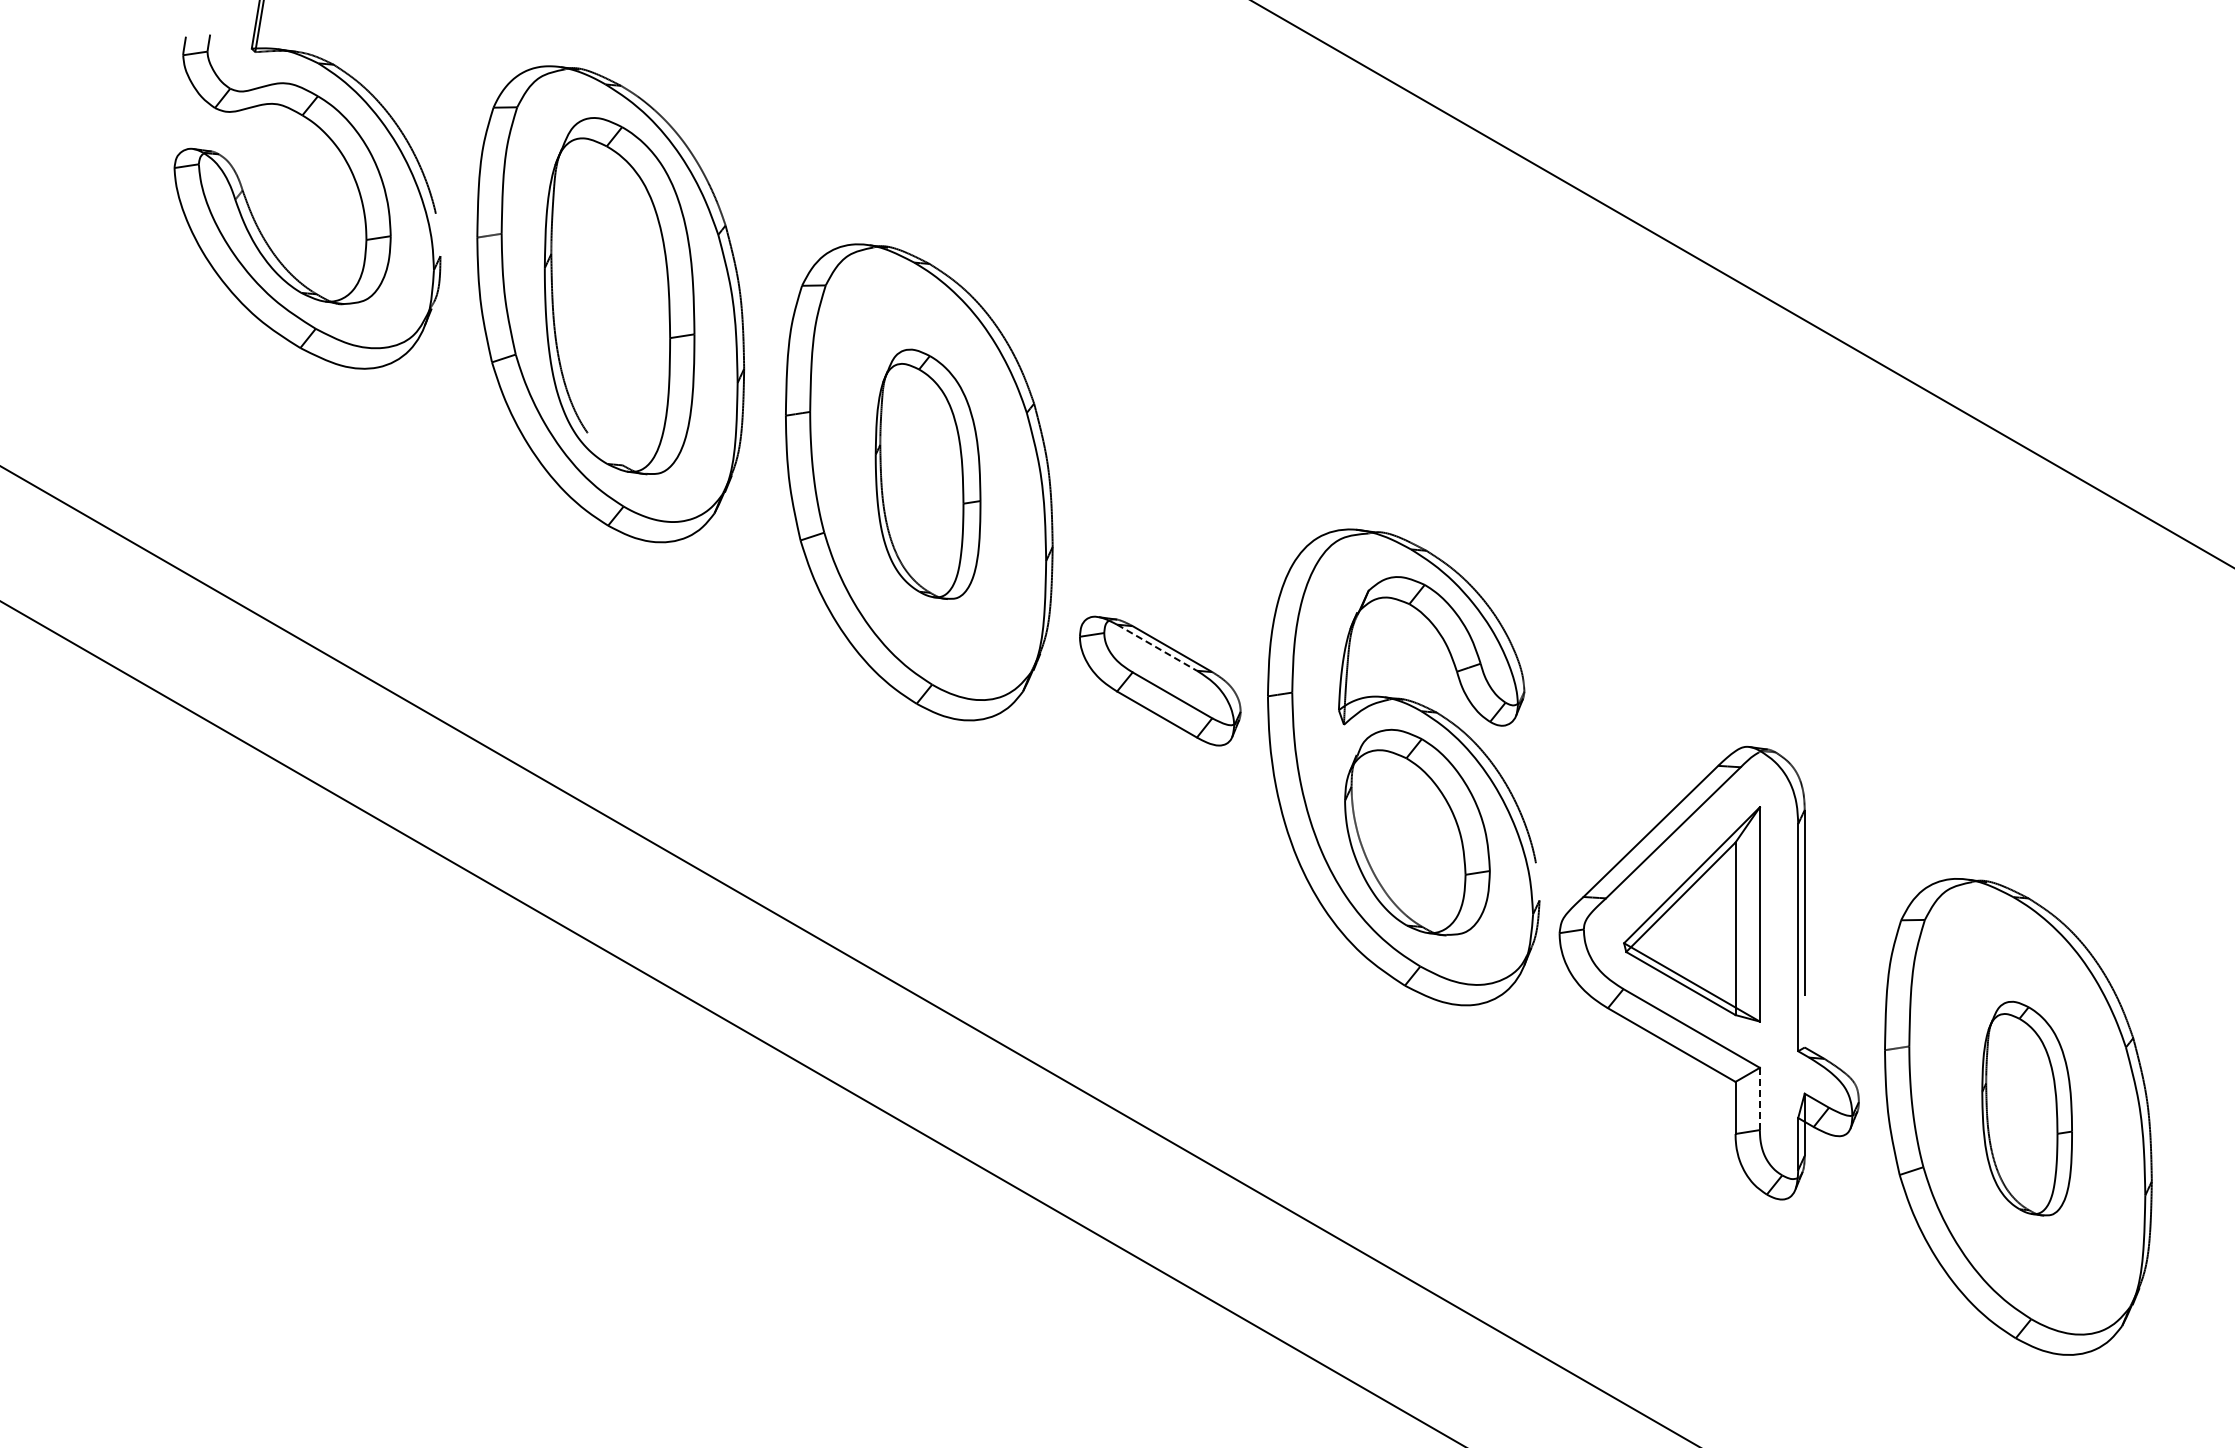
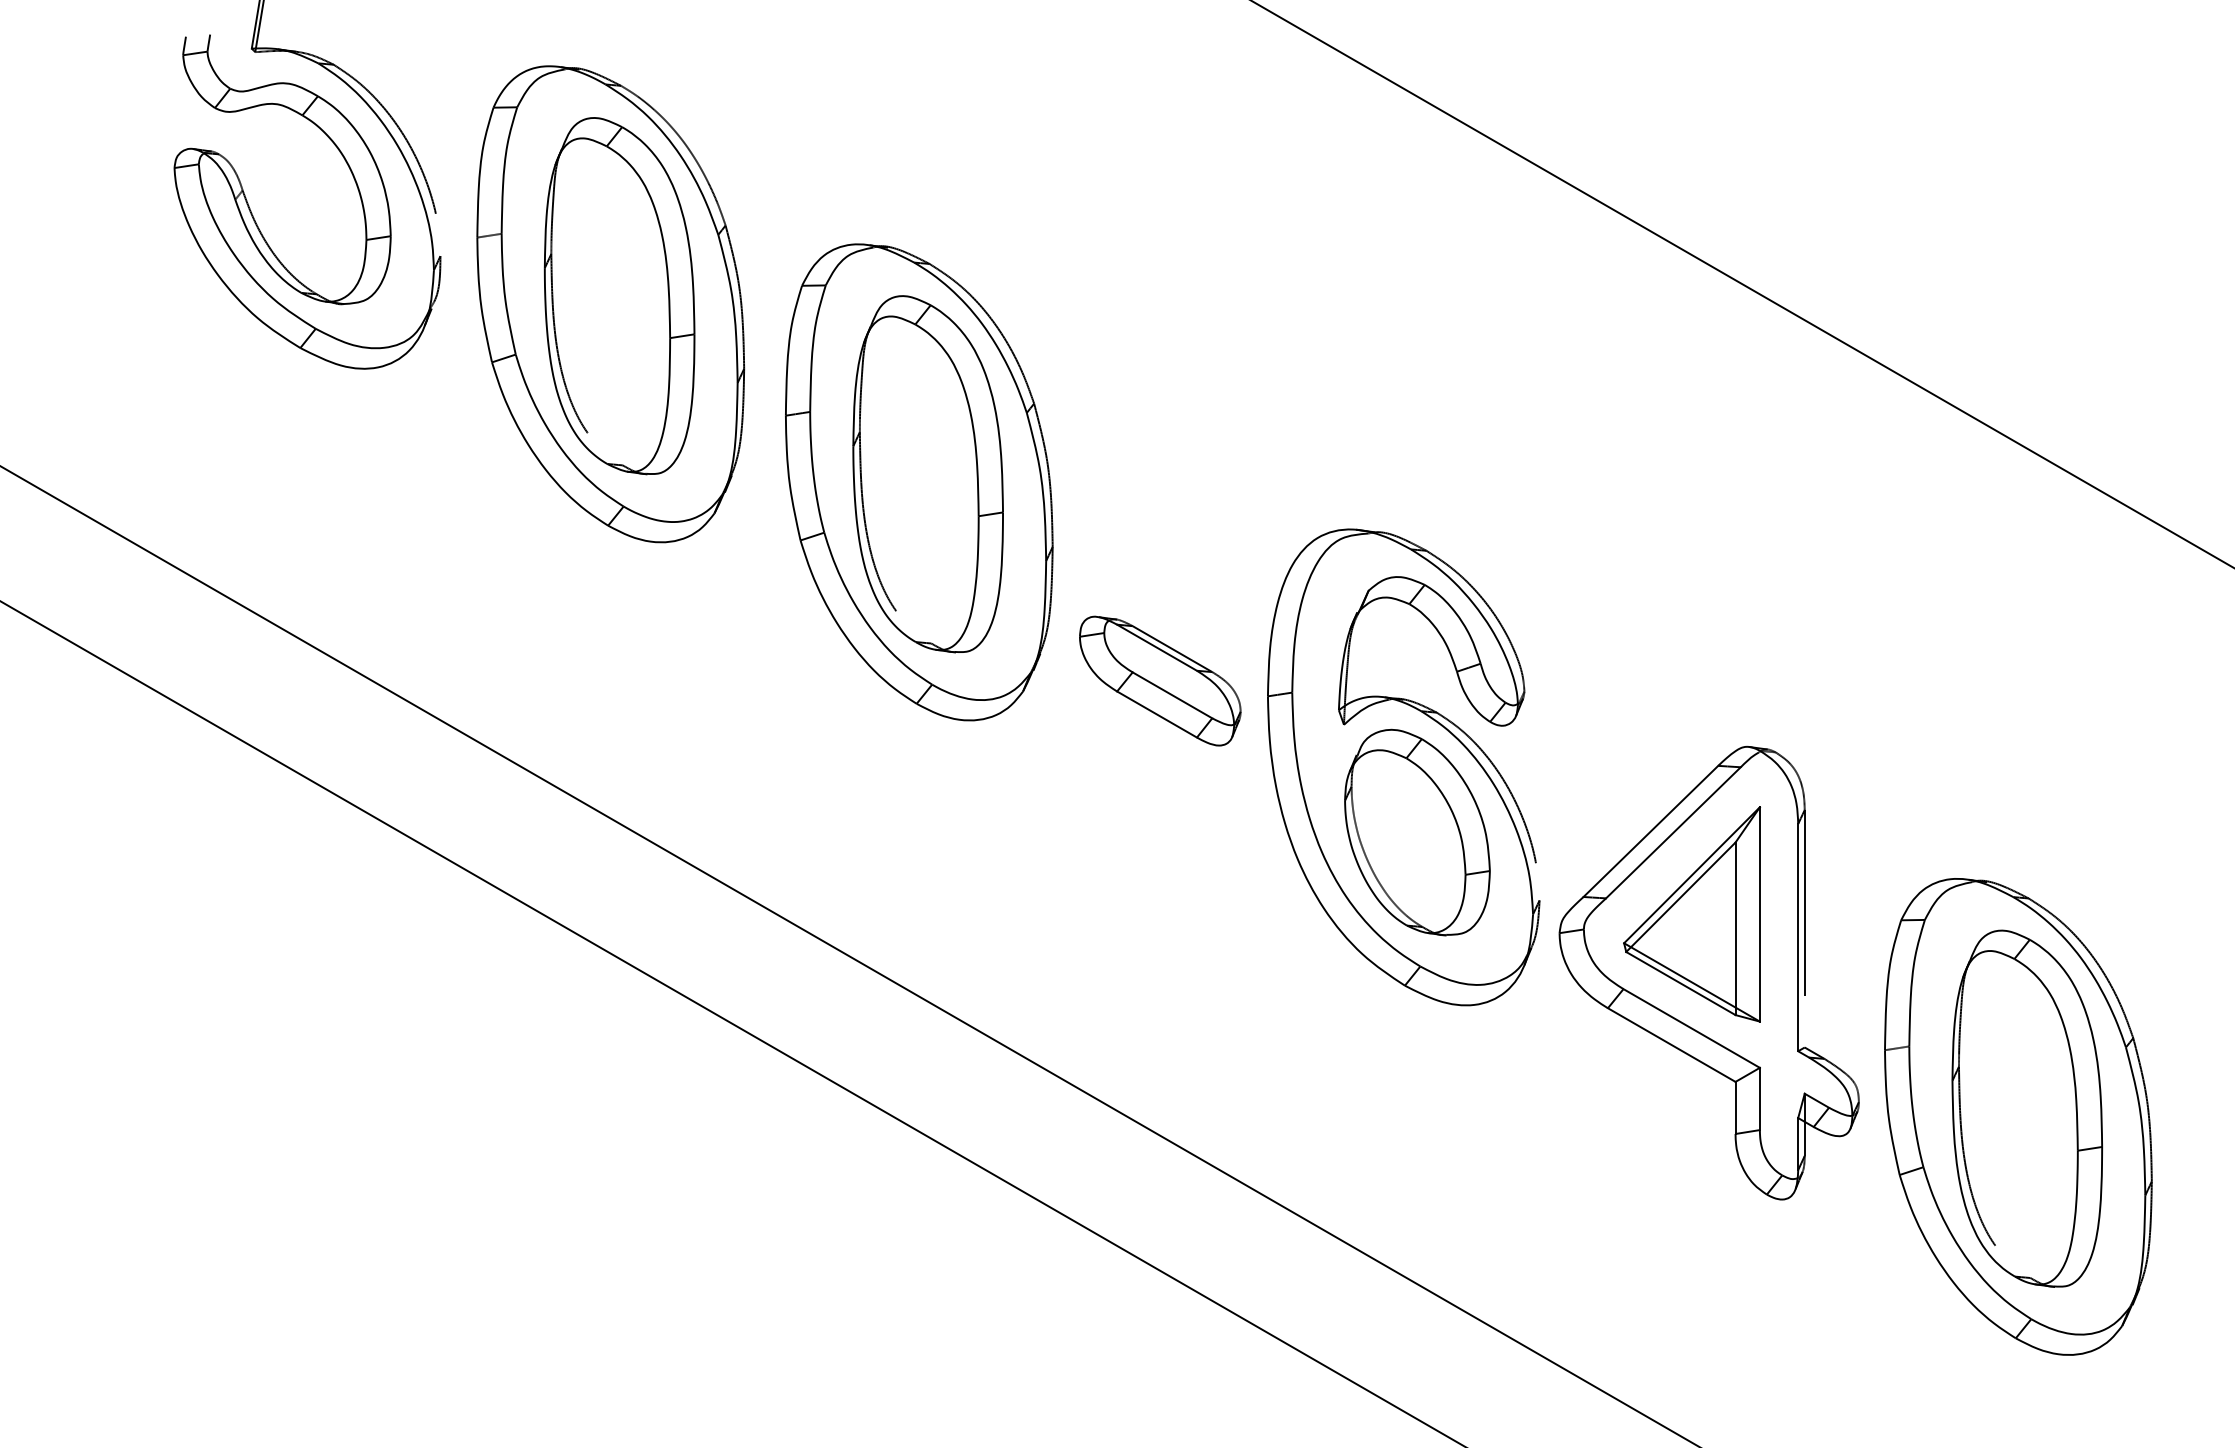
part at (927, 473) size: 108x252 px -> 152x359 px
line at (1157, 647): dashed -> solid
line at (1759, 1098): dashed -> solid
part at (2026, 1108) size: 92x217 px -> 152x359 px
